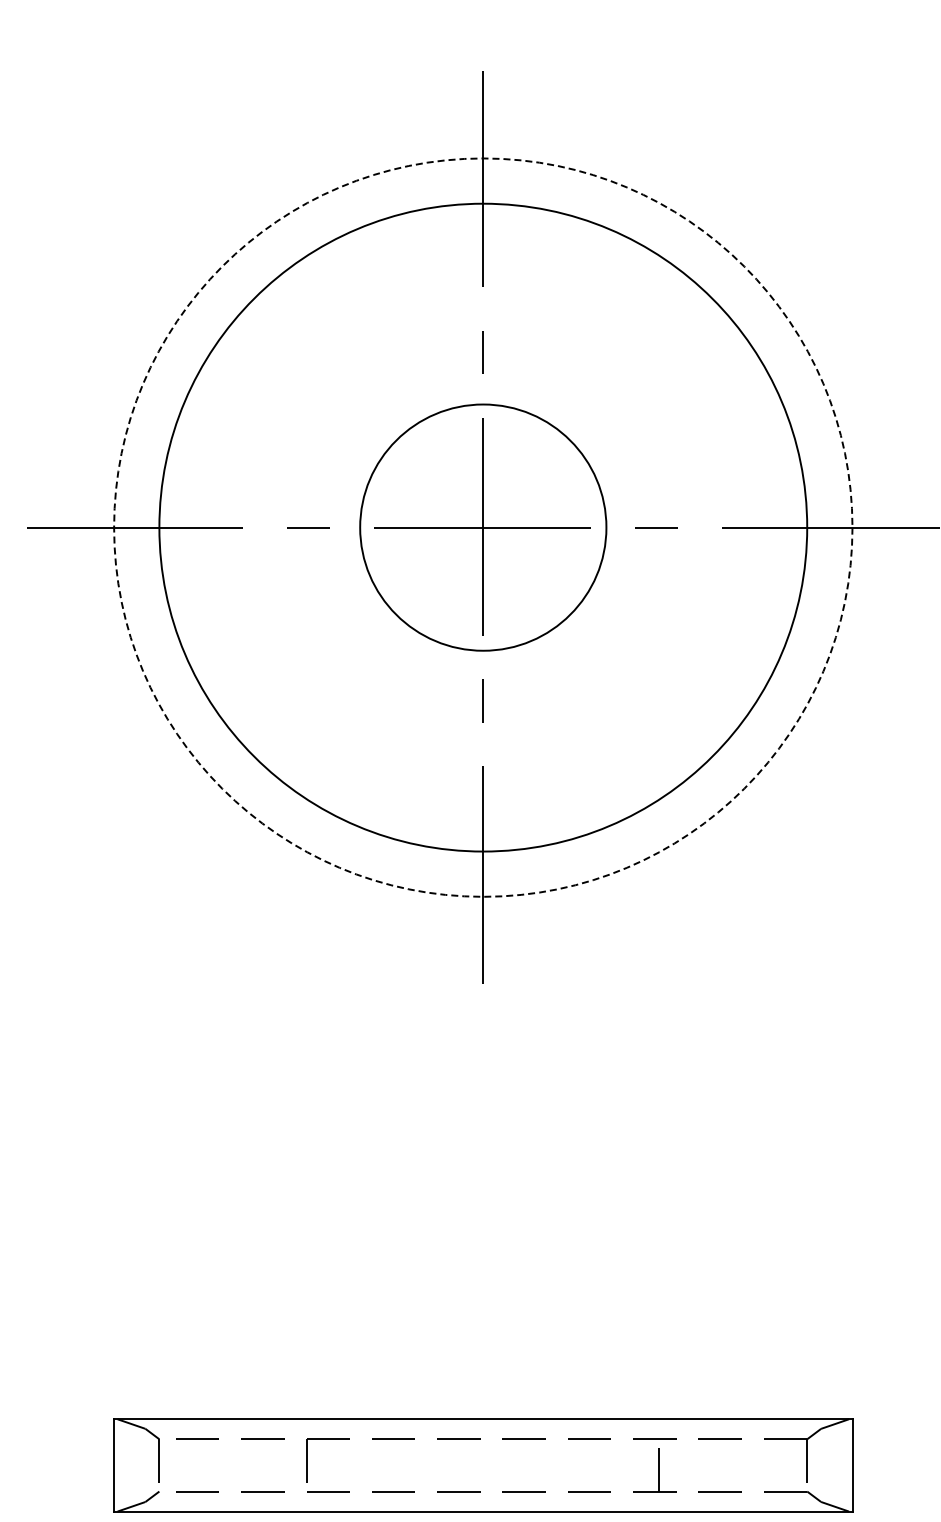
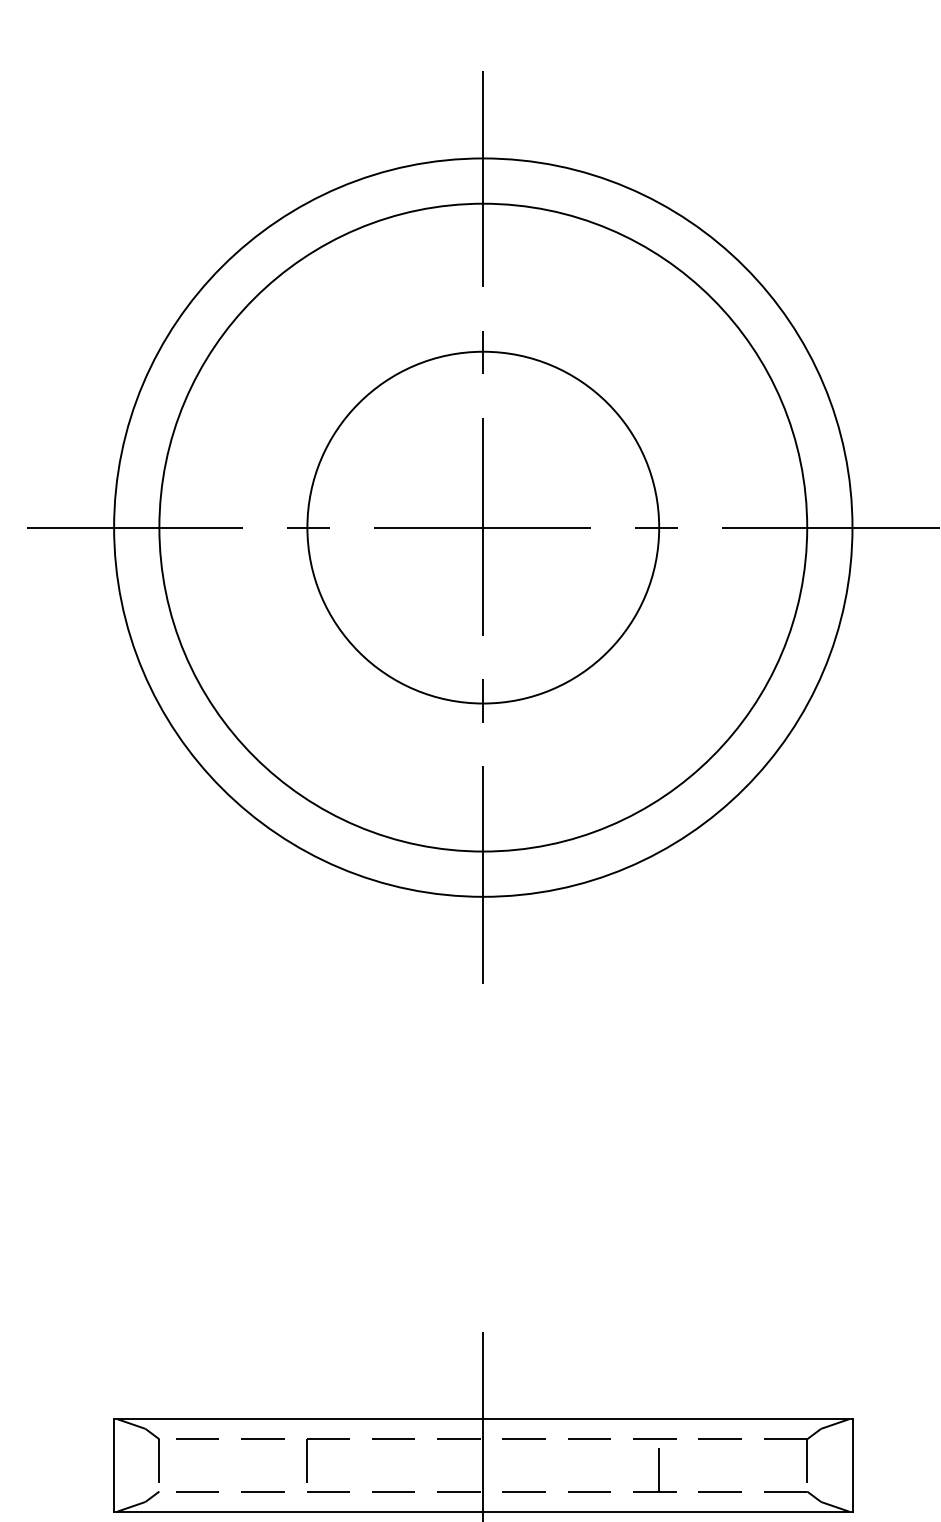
circle at (483, 527) diameter: 246 px -> 352 px
circle at (483, 527): dashed -> solid
line at (483, 1425): none -> present
